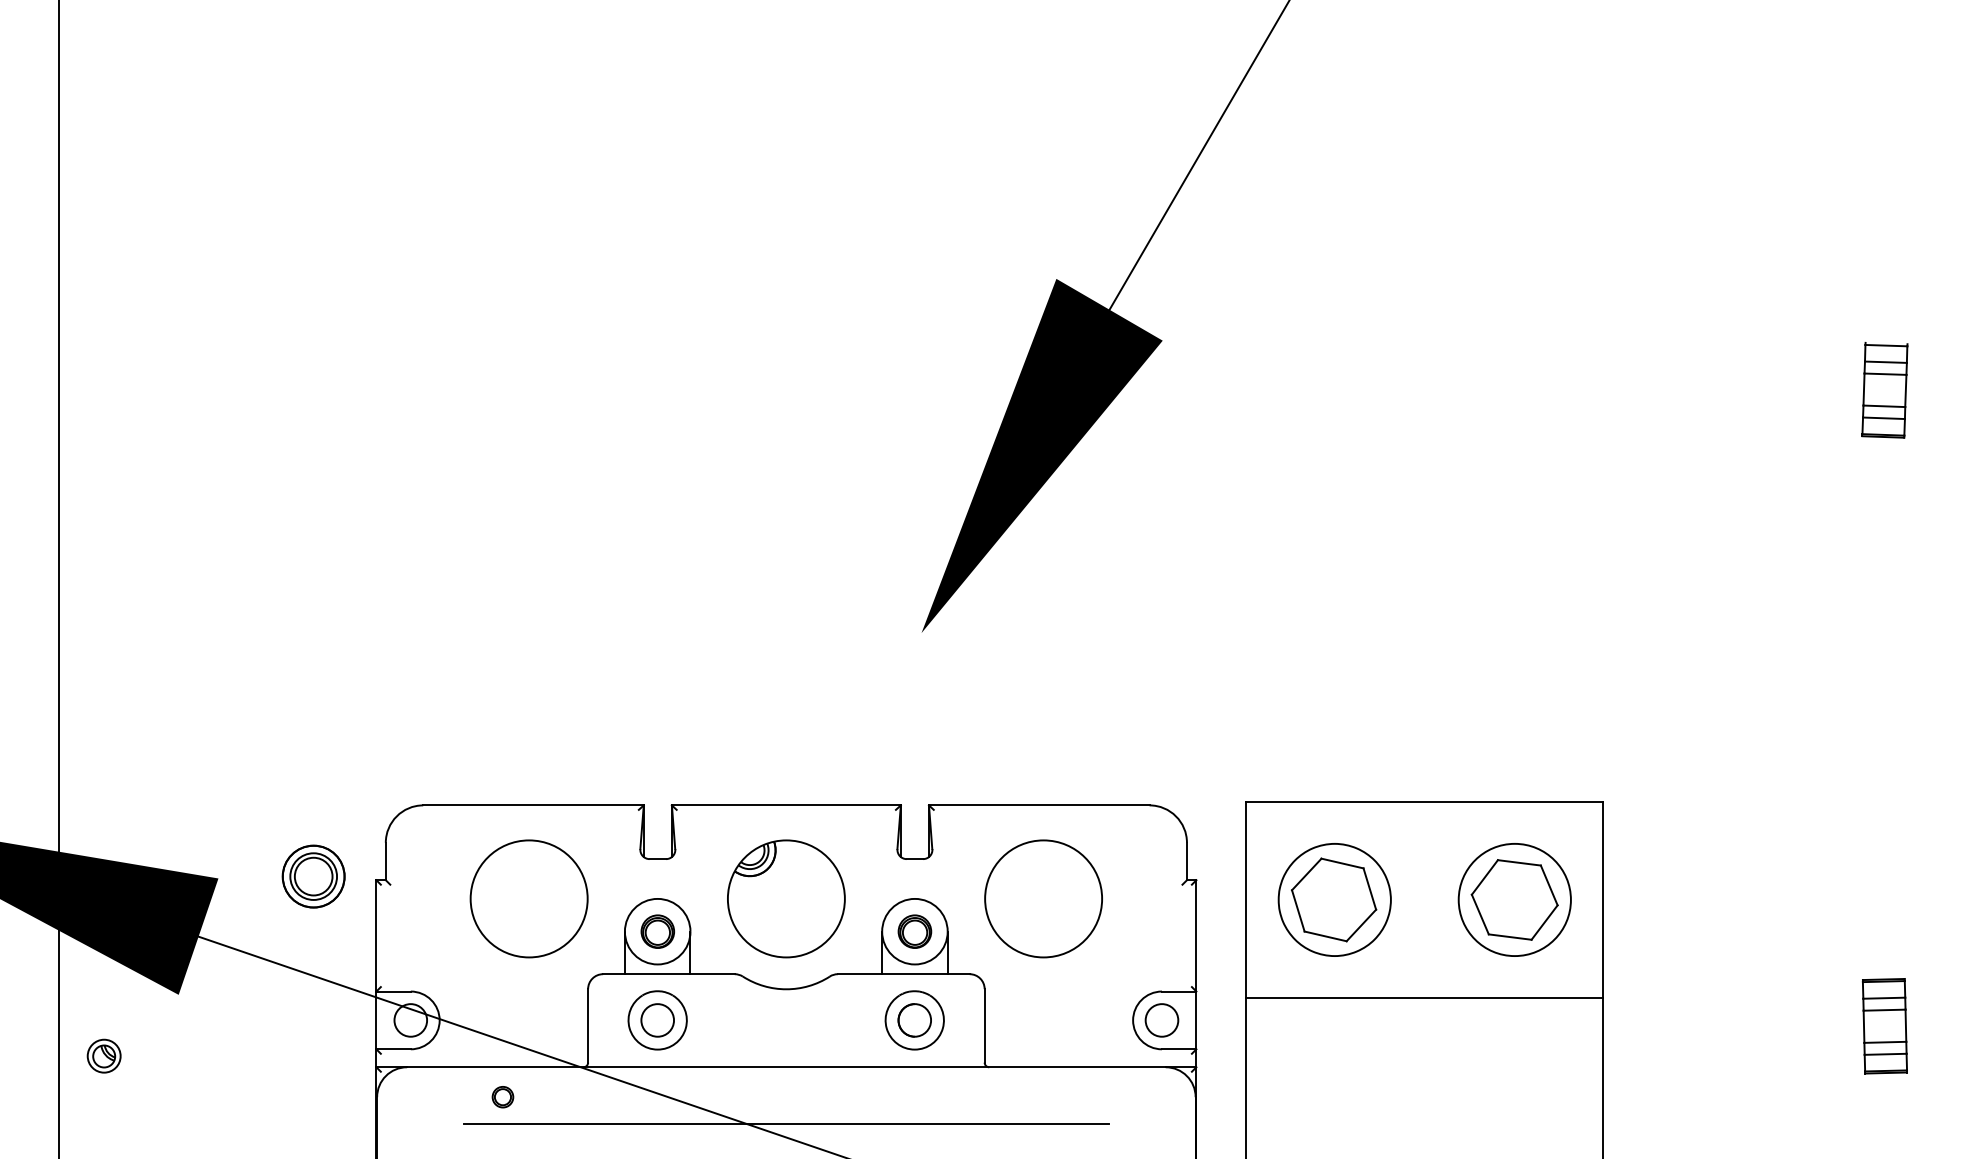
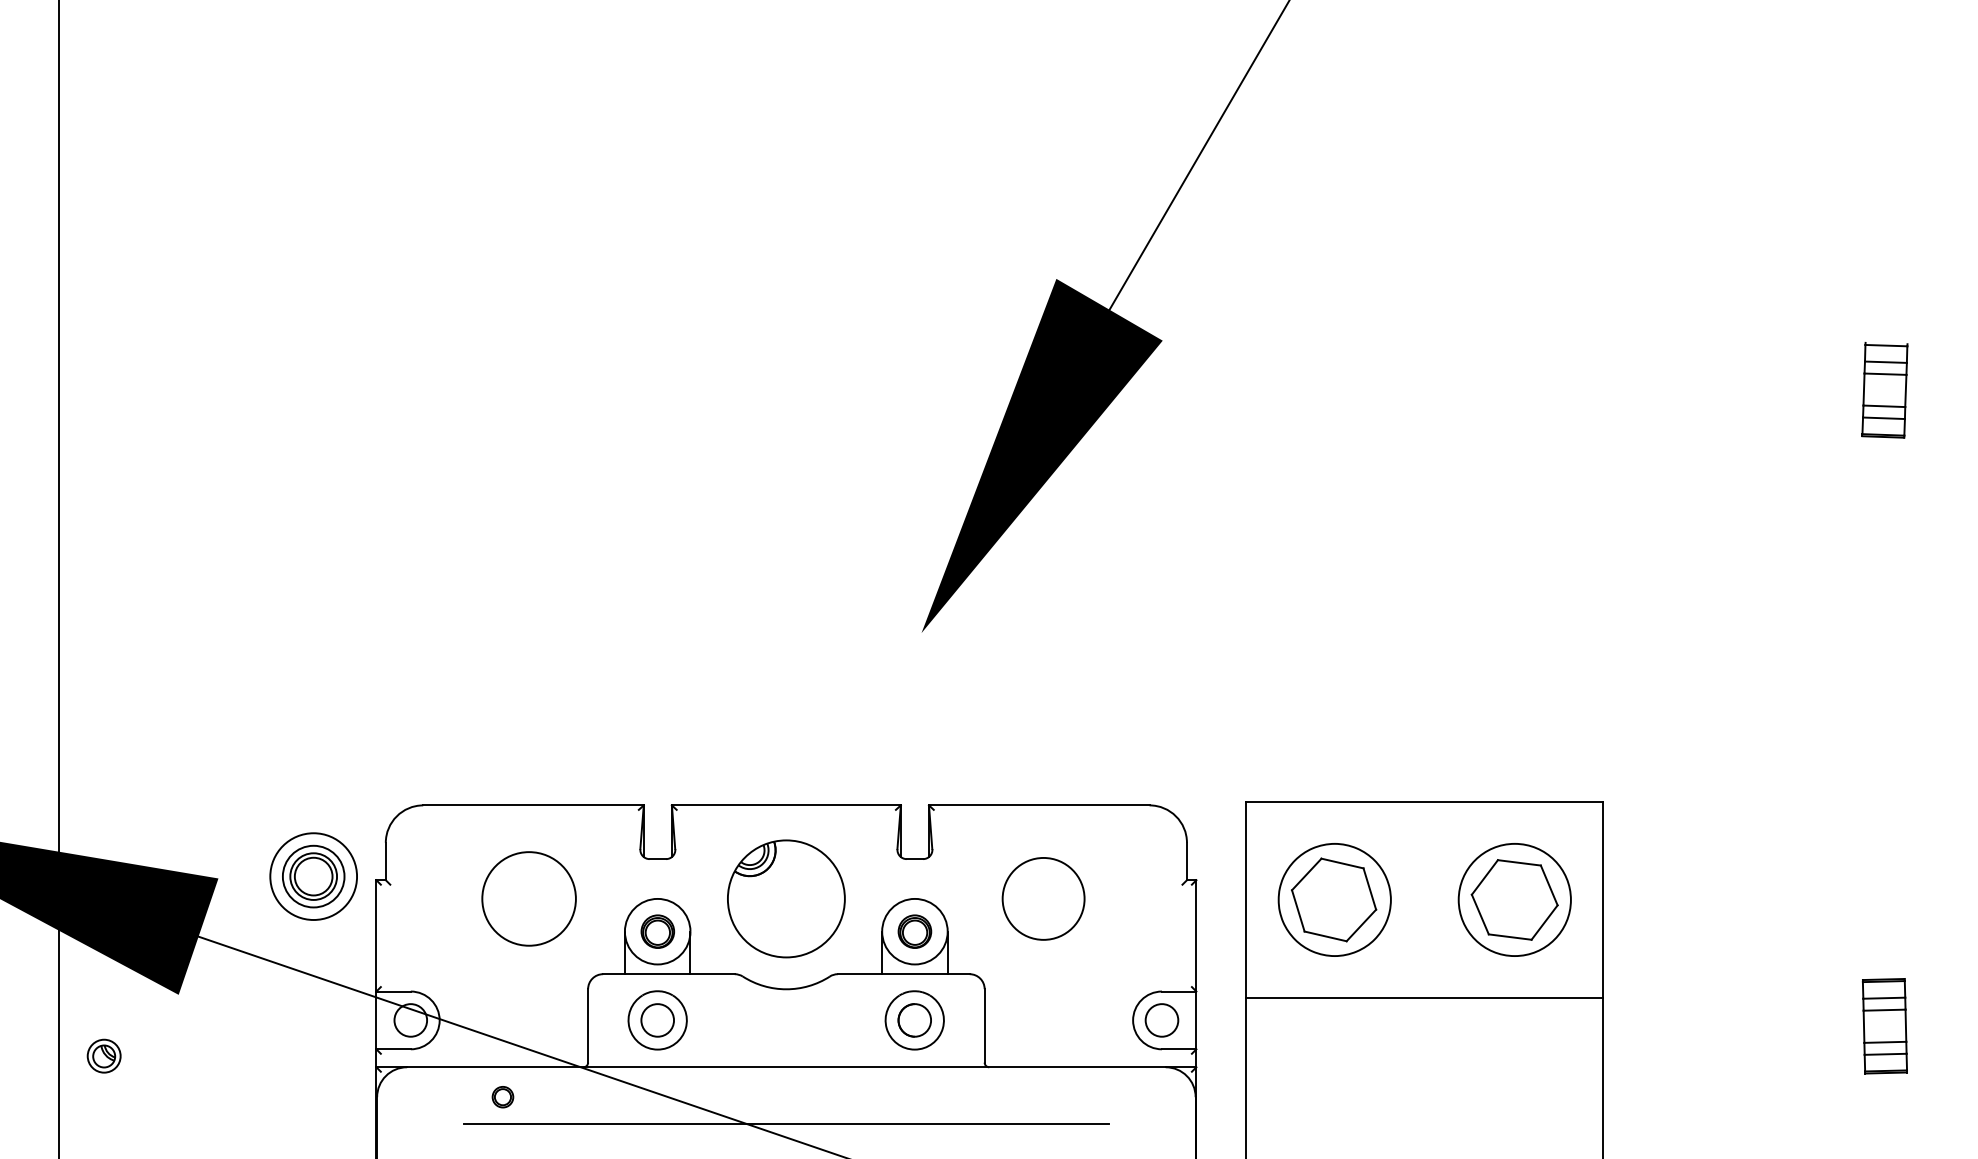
circle at (313, 876) diameter: 62 px -> 87 px
circle at (528, 898) size: 120x120 px -> 96x96 px
circle at (1043, 898) diameter: 117 px -> 82 px
